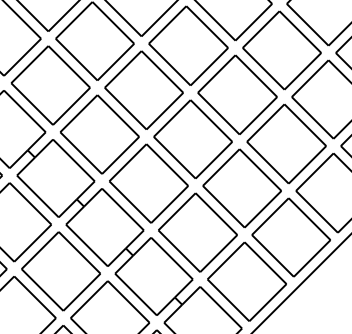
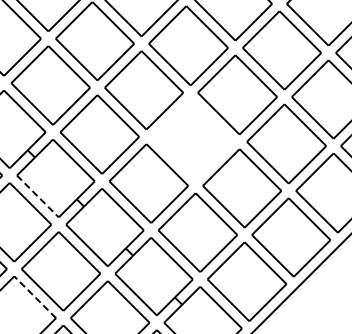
part at (192, 138): present -> none
line at (37, 196): solid -> dashed
line at (35, 297): solid -> dashed
